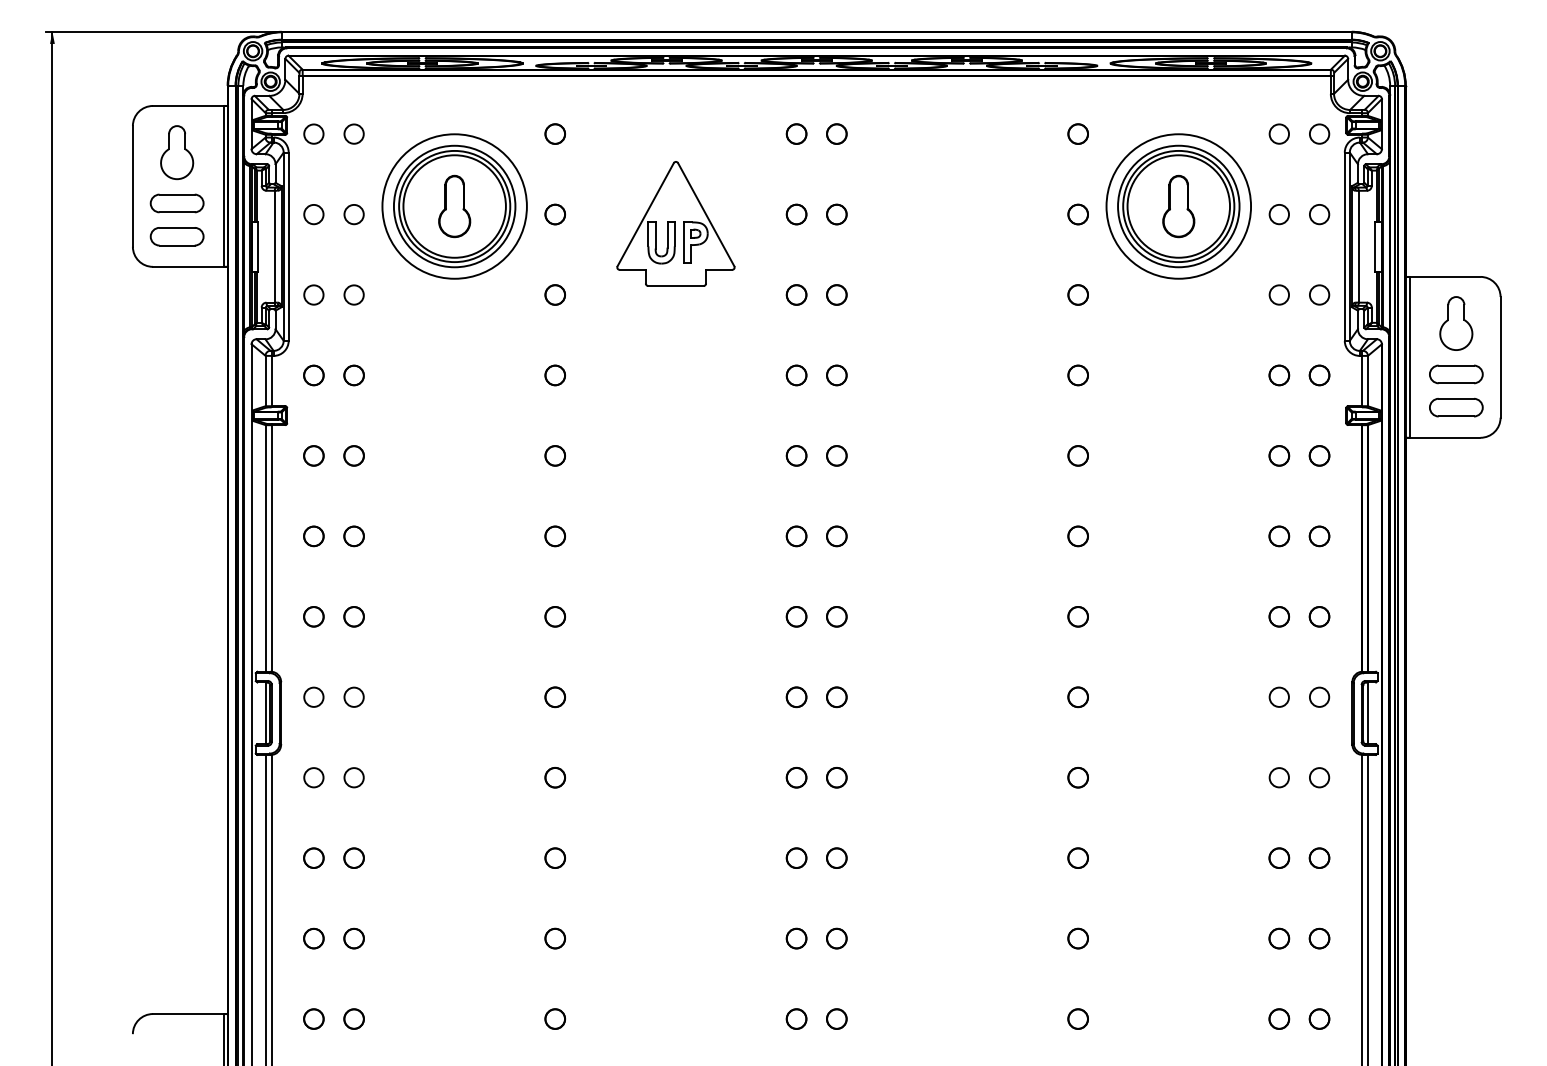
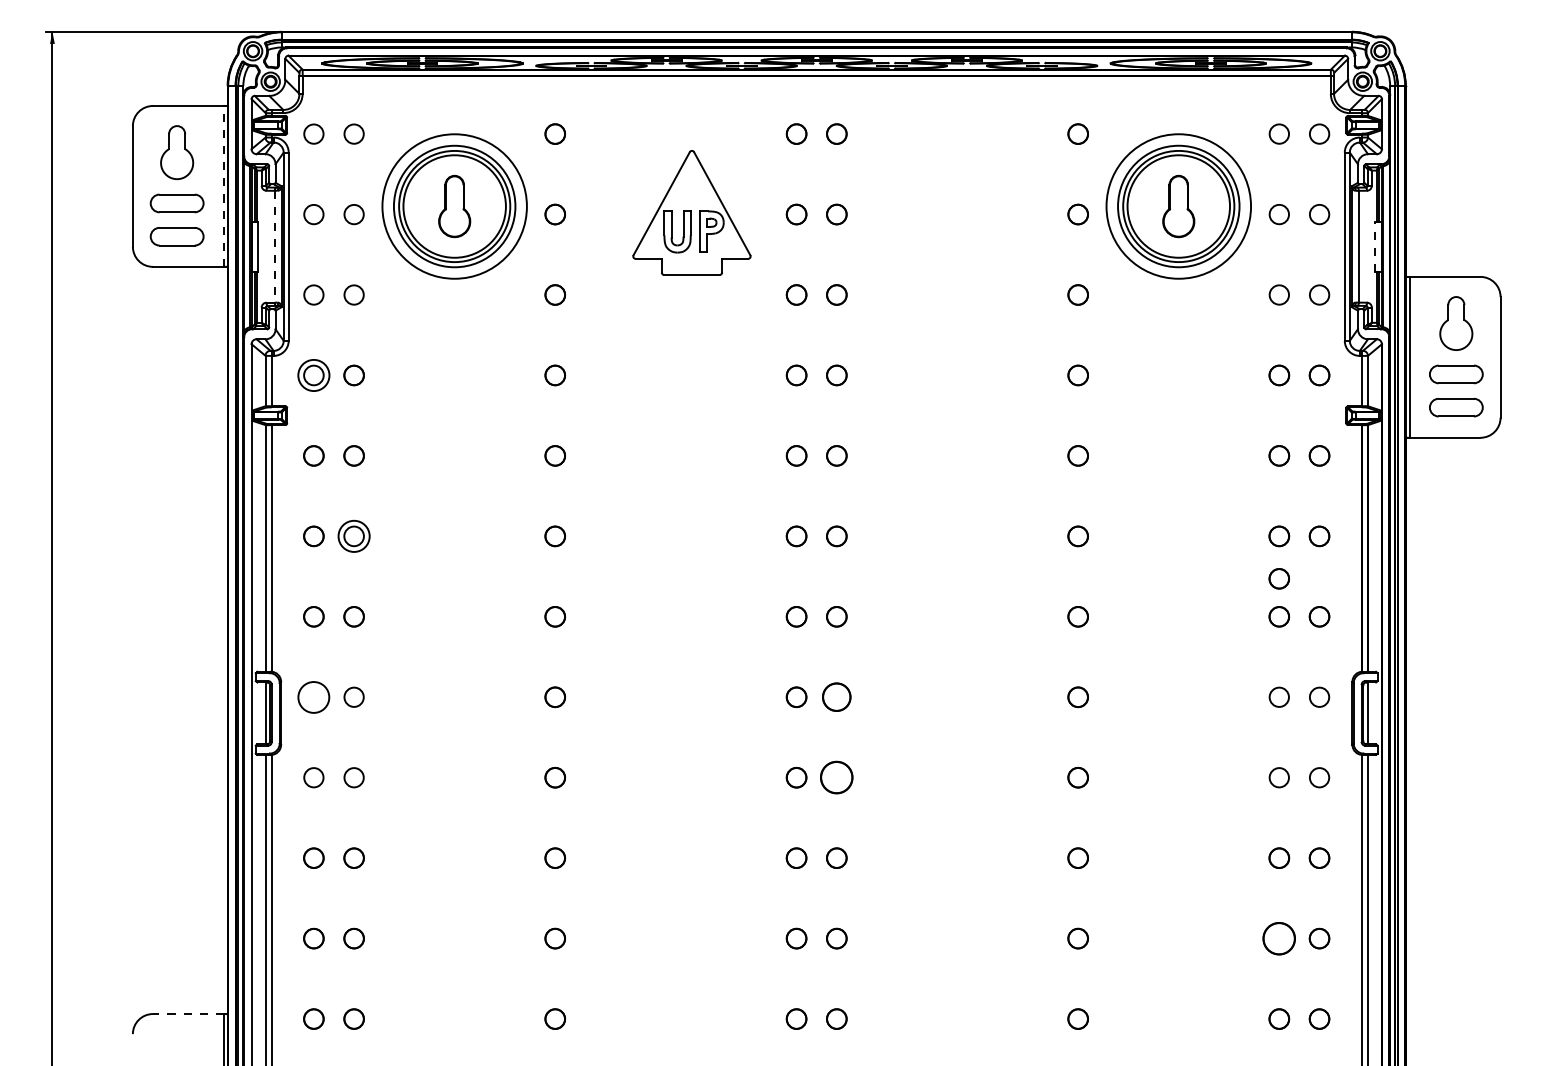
line at (223, 185): solid -> dashed
part at (675, 223) position: (675, 223) -> (691, 212)
line at (274, 246): solid -> dashed
line at (1375, 246): solid -> dashed
circle at (313, 375) diameter: 19 px -> 31 px
circle at (353, 536) diameter: 19 px -> 31 px
circle at (1278, 578): none -> present
circle at (313, 696) size: 22x22 px -> 34x33 px
part at (836, 697) size: 22x23 px -> 30x30 px
circle at (836, 777) size: 22x22 px -> 34x35 px
part at (1279, 938) size: 23x23 px -> 34x34 px
line at (187, 1014): solid -> dashed
